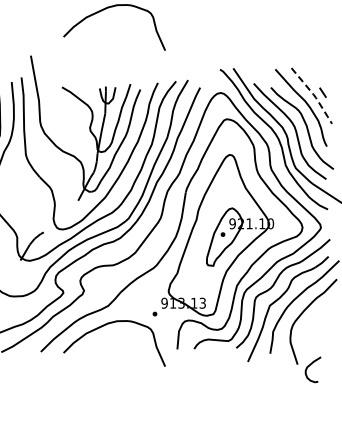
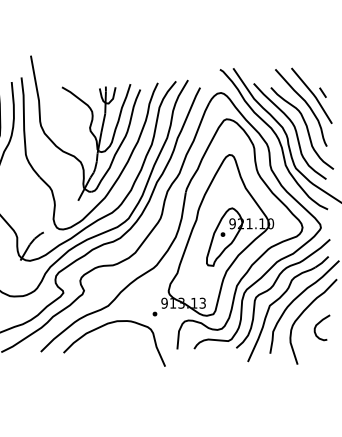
curve at (109, 8): present -> none
line at (313, 94): dashed -> solid
curve at (309, 366) position: (309, 366) -> (318, 324)
